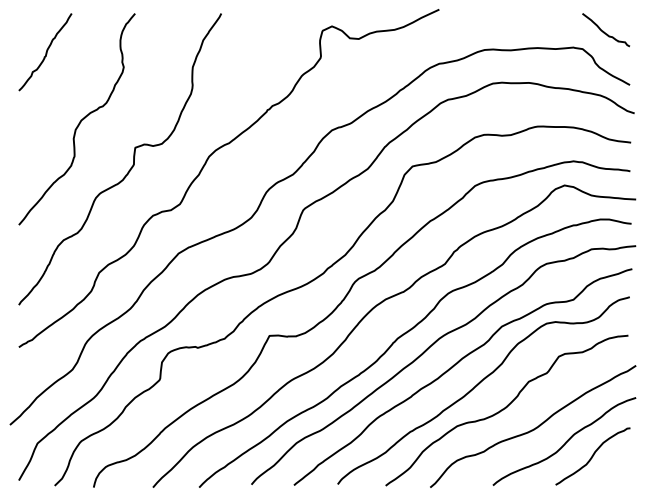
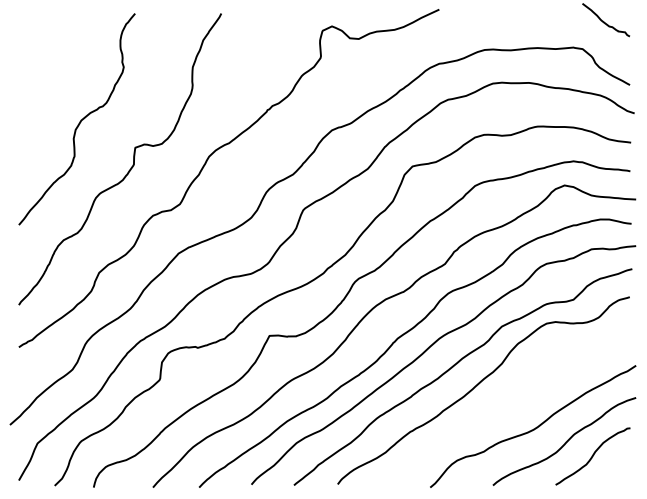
curve at (604, 31) position: (604, 31) -> (604, 21)
curve at (45, 52): present -> none
curve at (505, 409): present -> none
